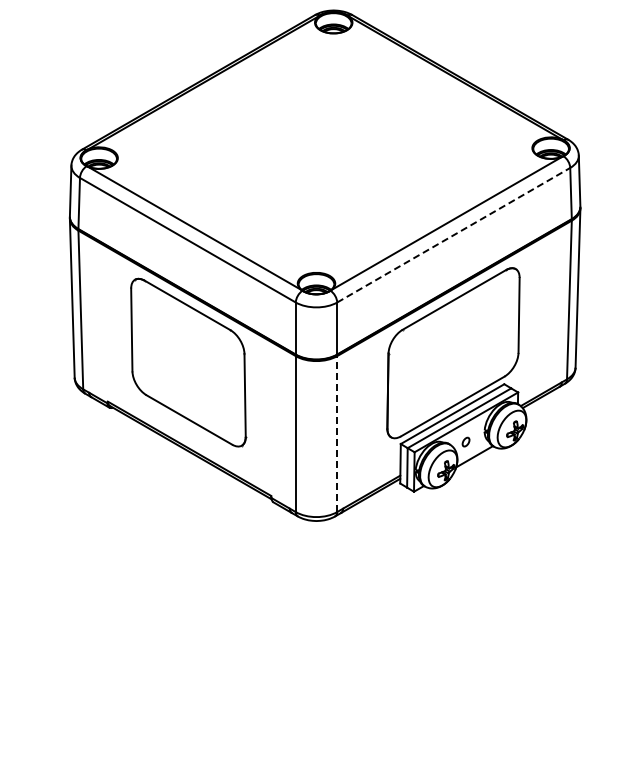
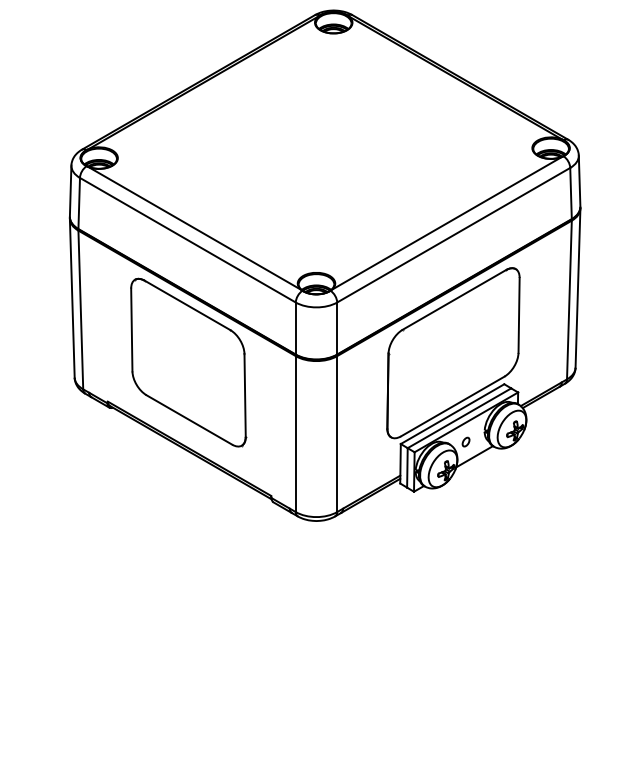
line at (453, 235): dashed -> solid
line at (337, 434): dashed -> solid
